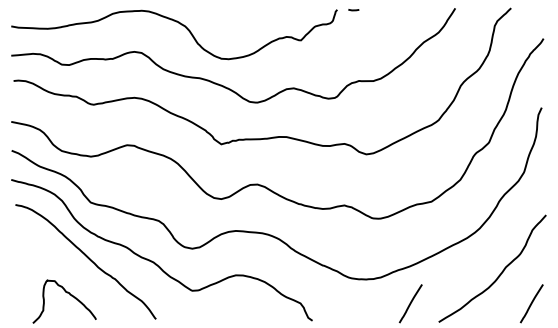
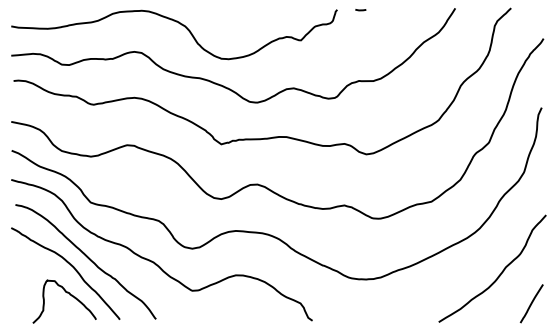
line at (353, 10) position: (353, 10) -> (360, 10)
curve at (71, 266): none -> present
line at (410, 303): present -> none
